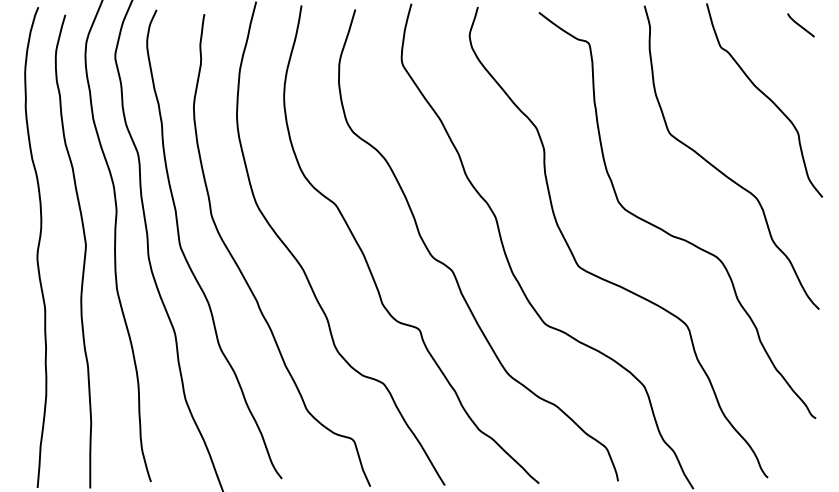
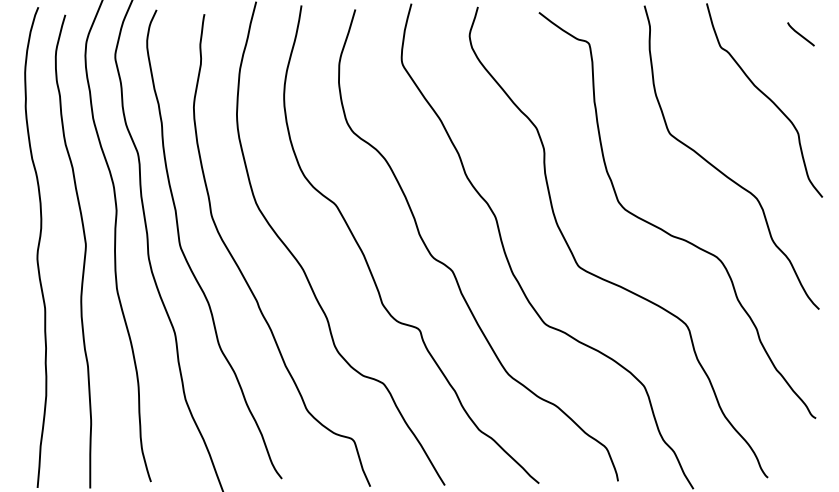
curve at (800, 25) position: (800, 25) -> (800, 34)
